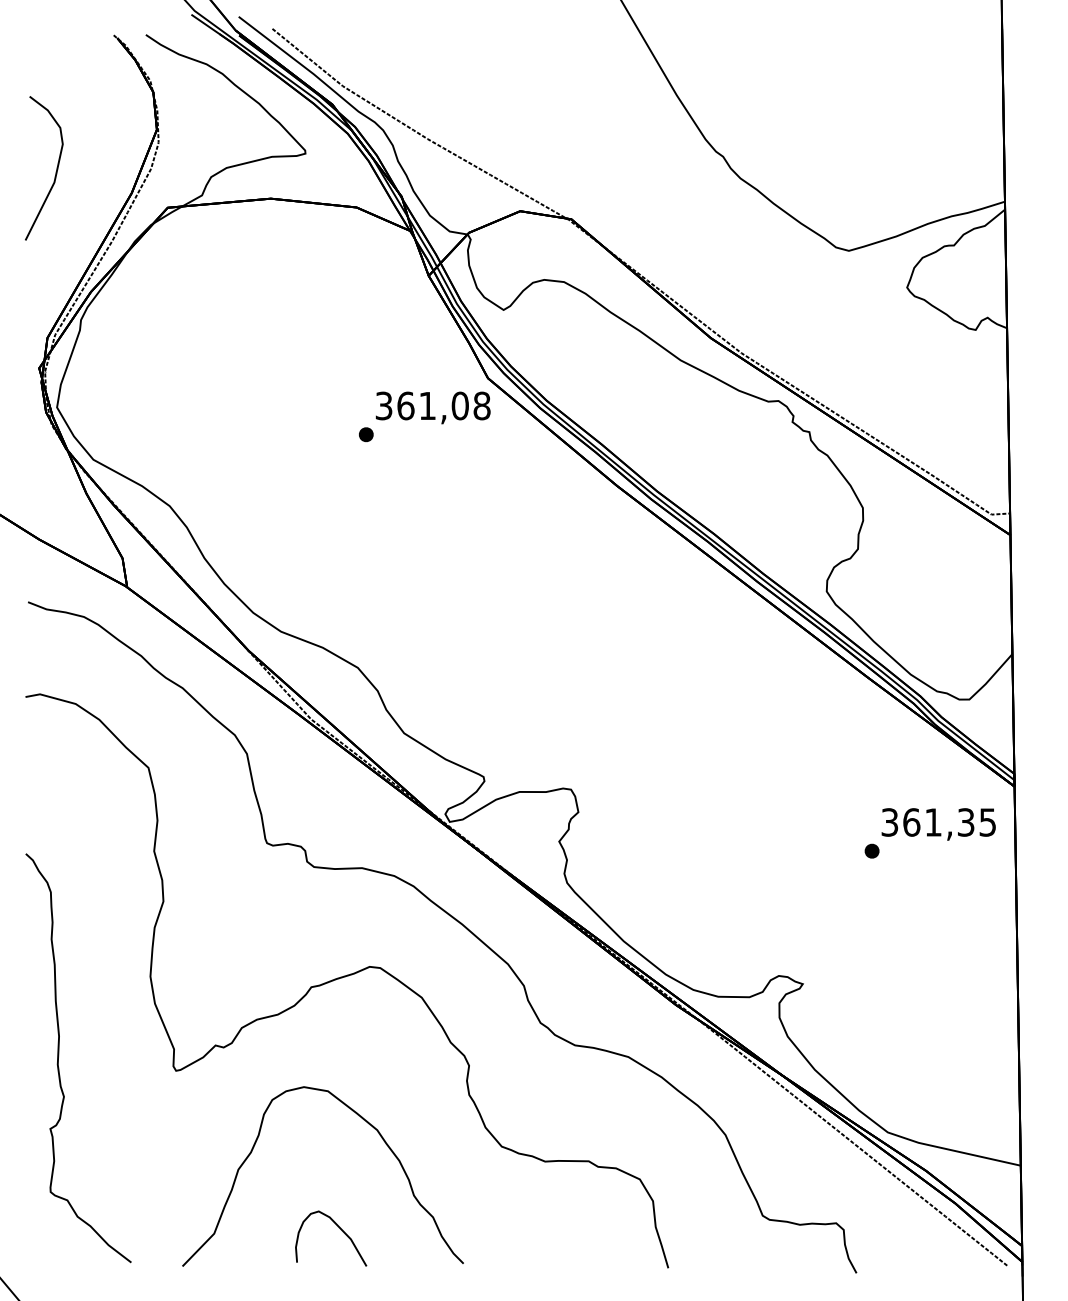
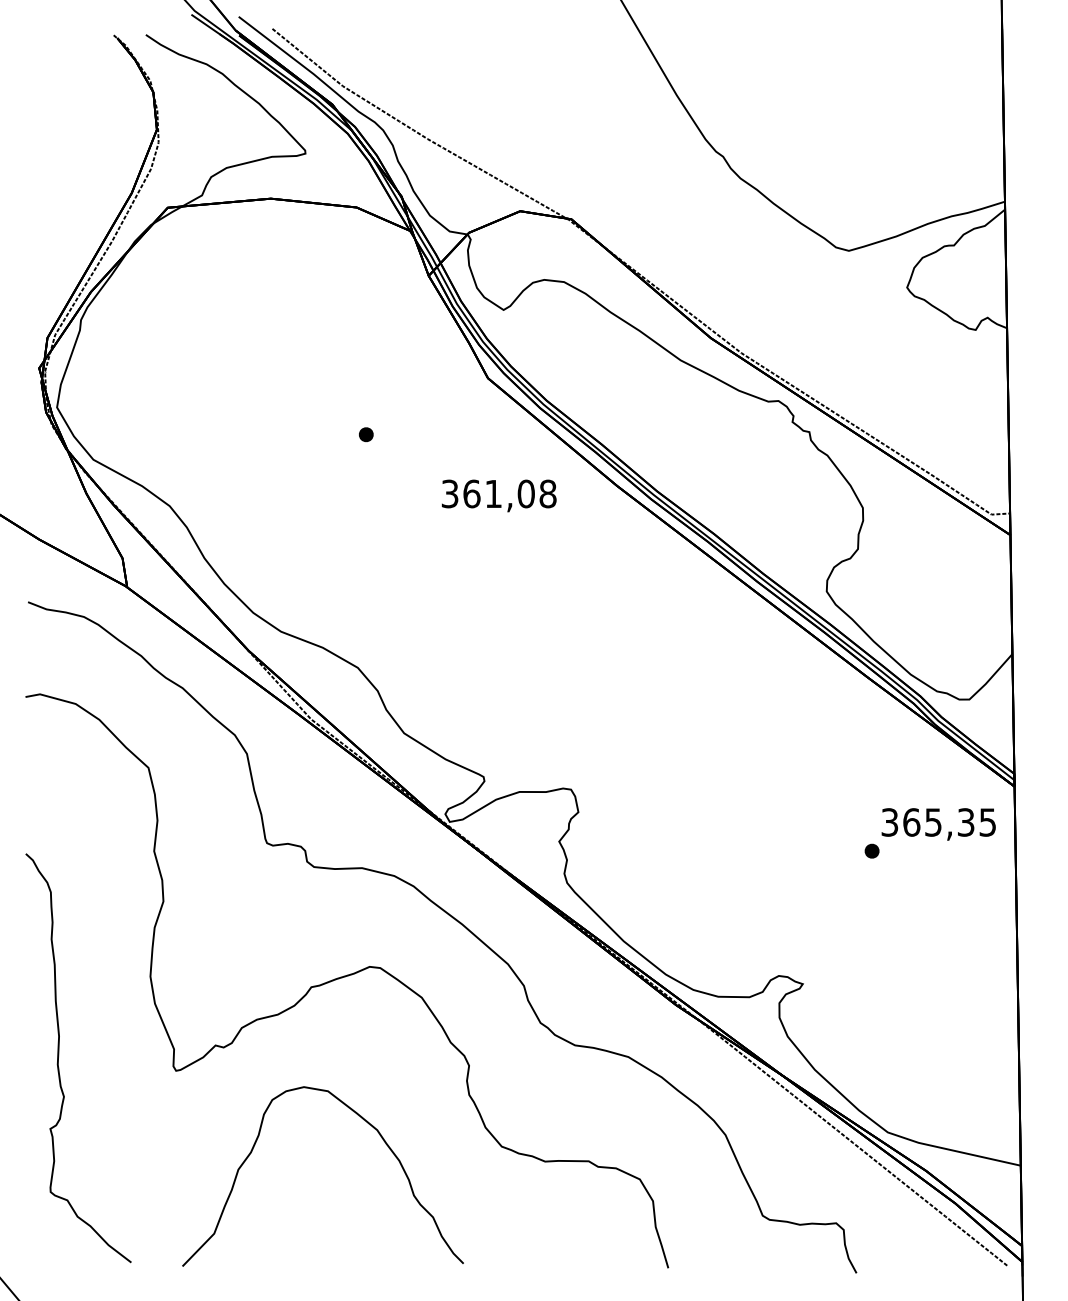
curve at (55, 172): present -> none
text at (432, 407) position: (432, 407) -> (498, 495)
text at (933, 822): 361,35 -> 365,35
part at (340, 1229): present -> none
